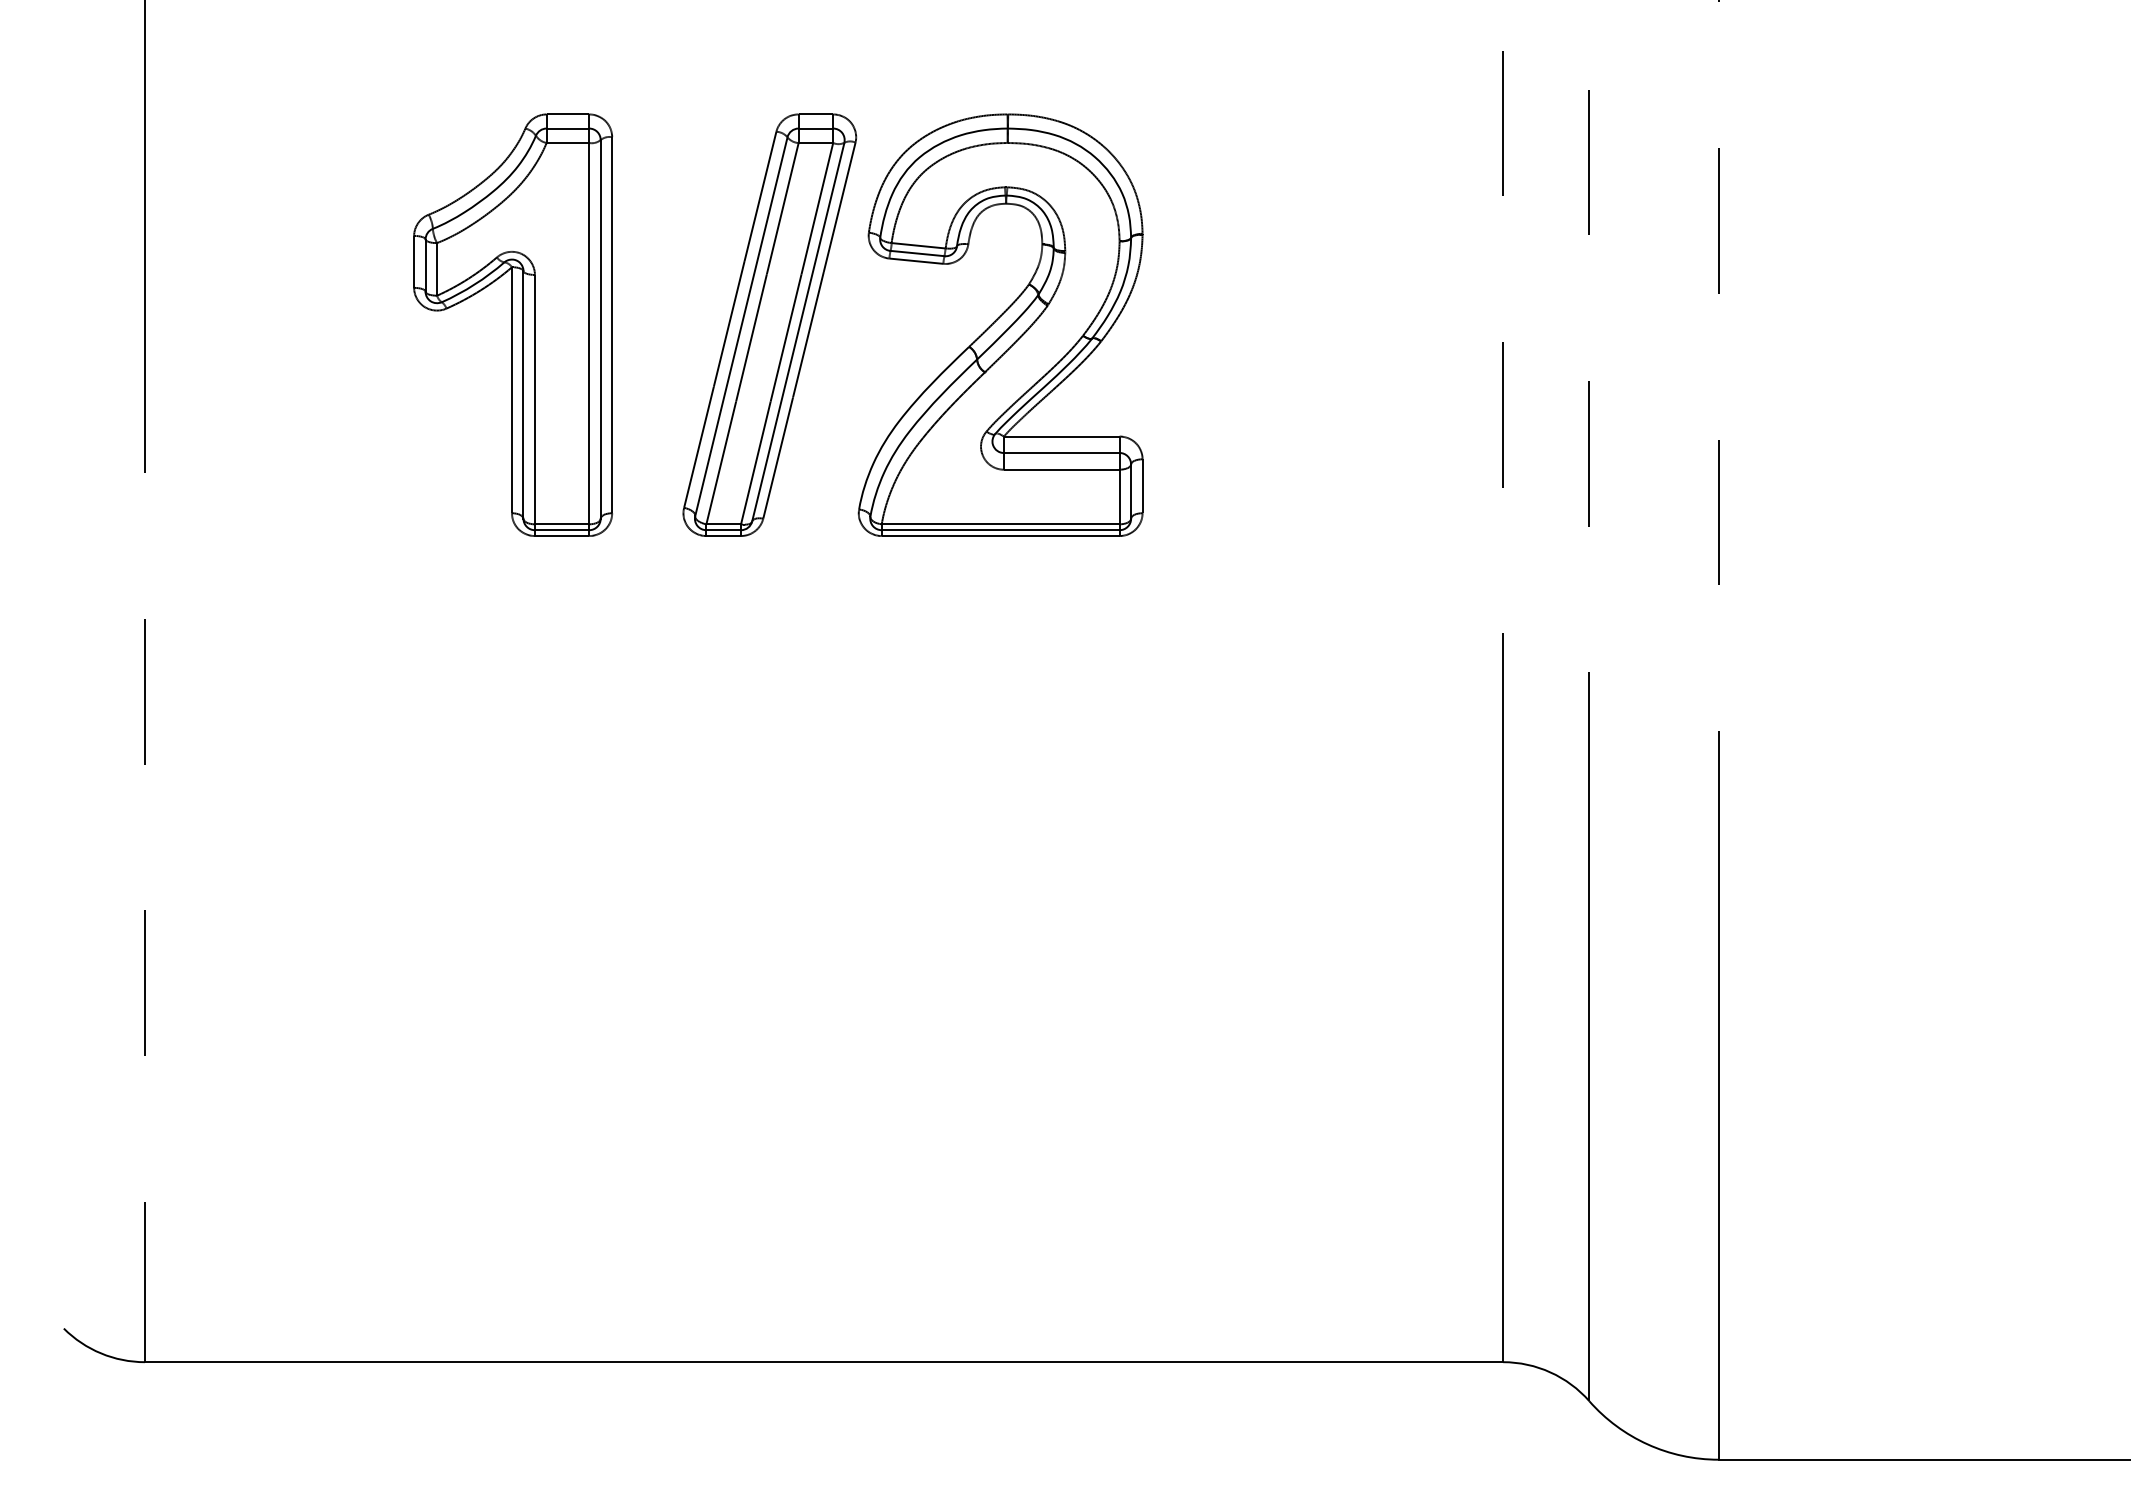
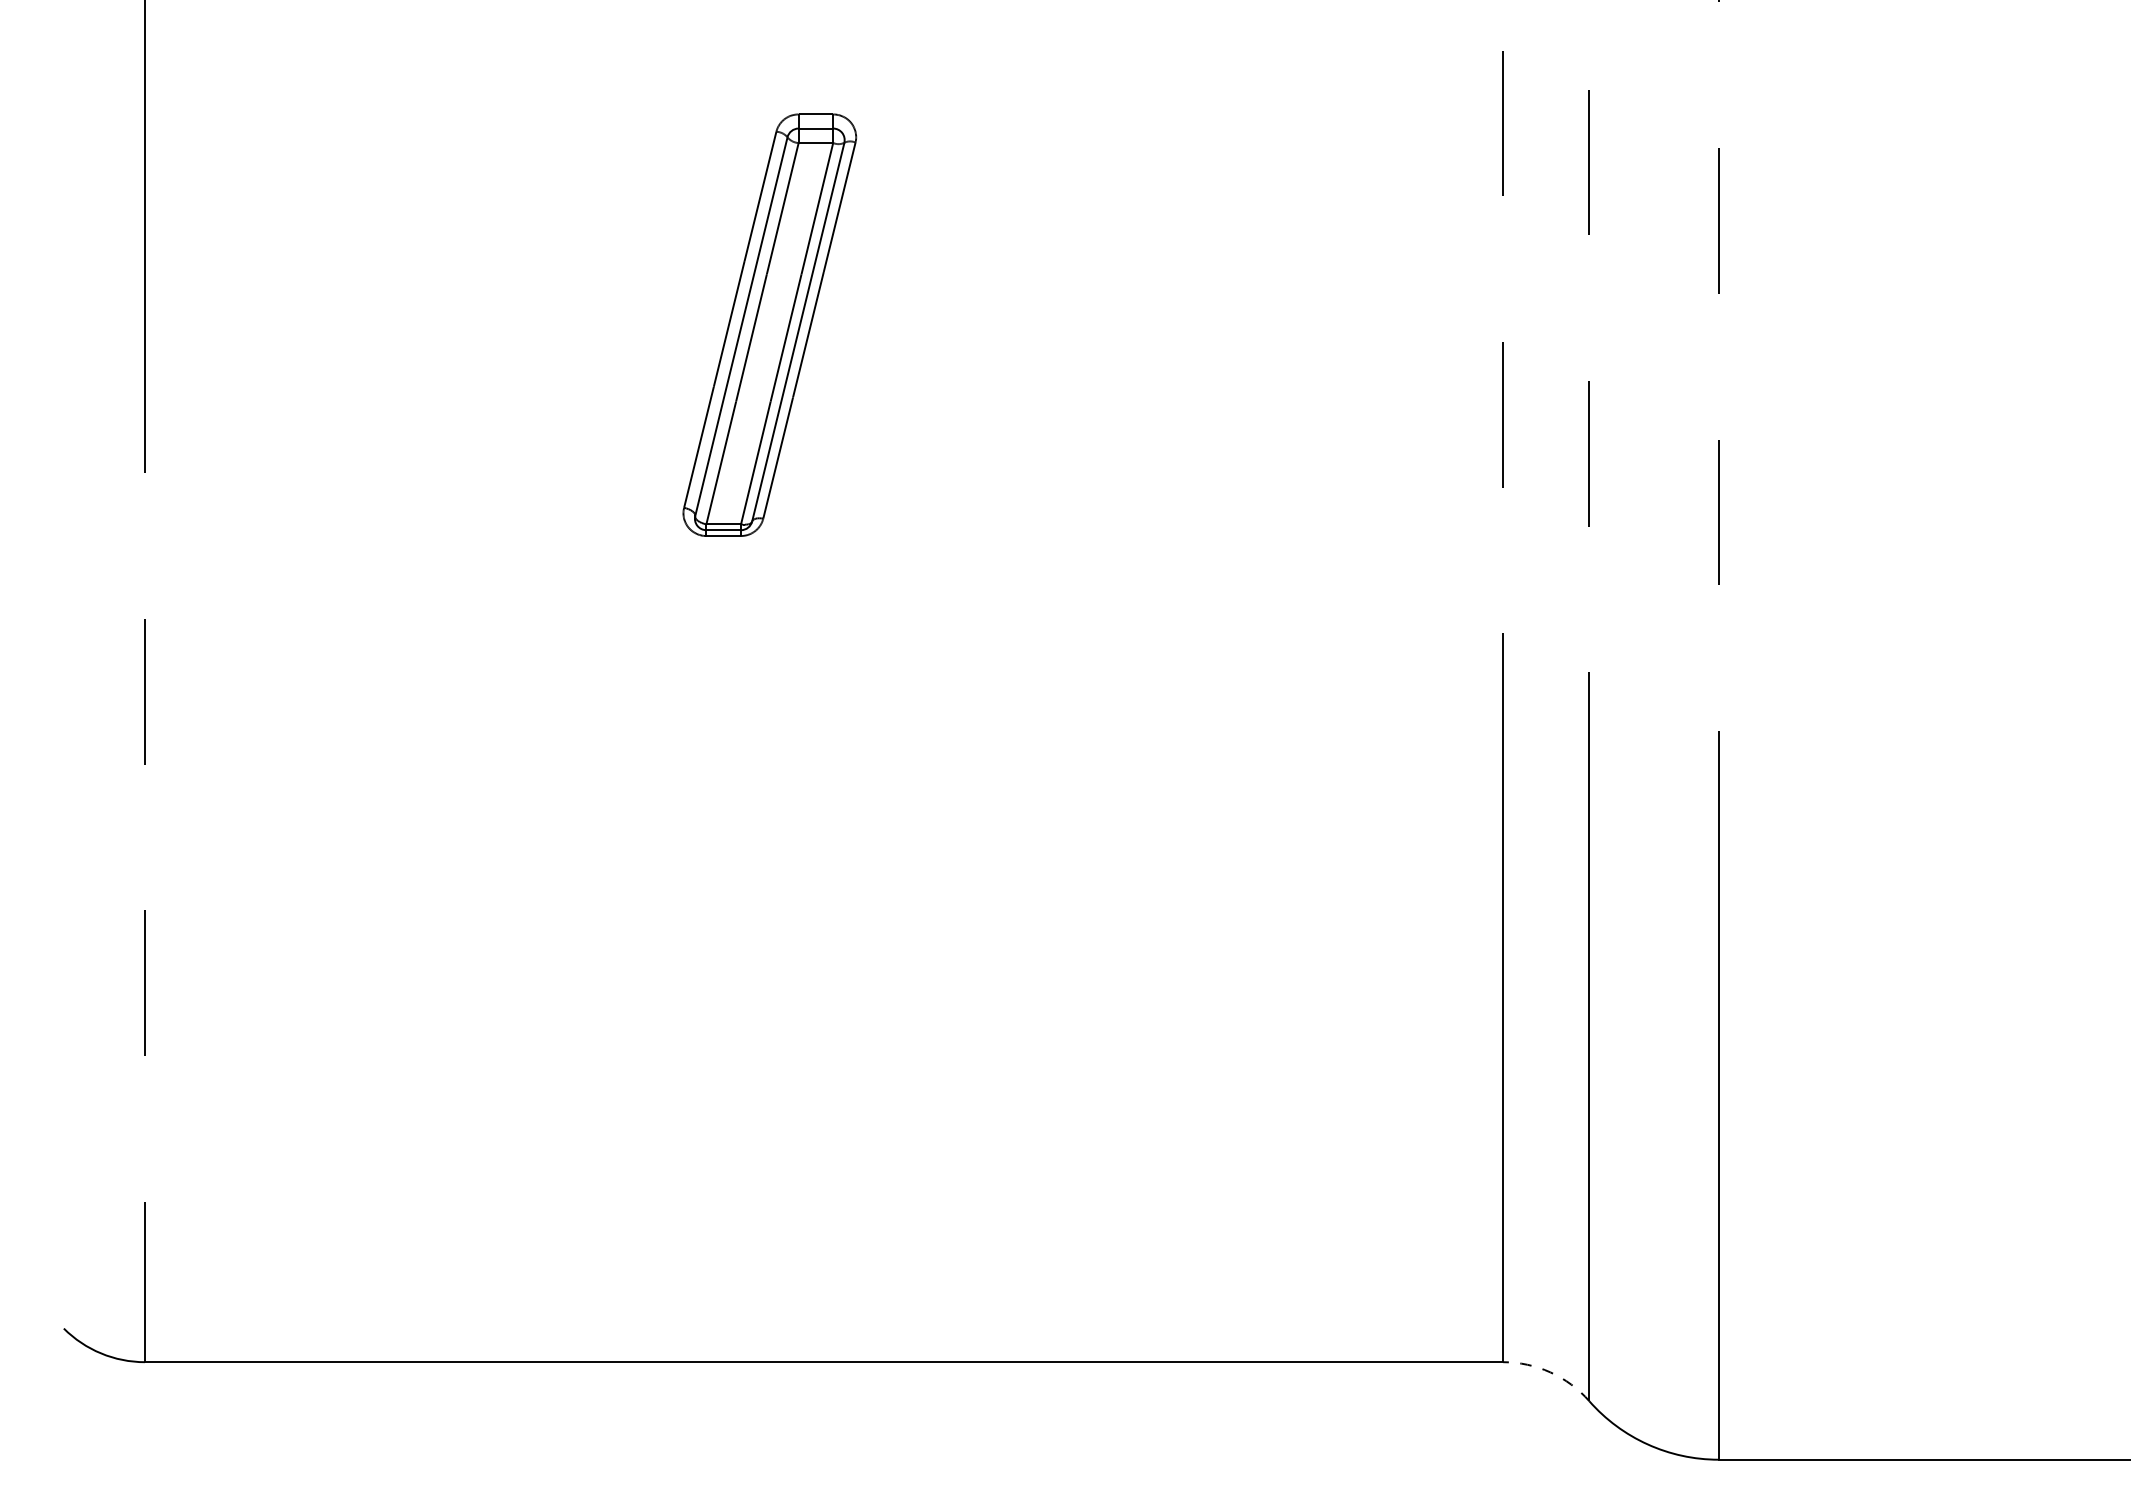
part at (513, 324): present -> none
part at (1000, 324): present -> none
arc at (1550, 1372): solid -> dashed
